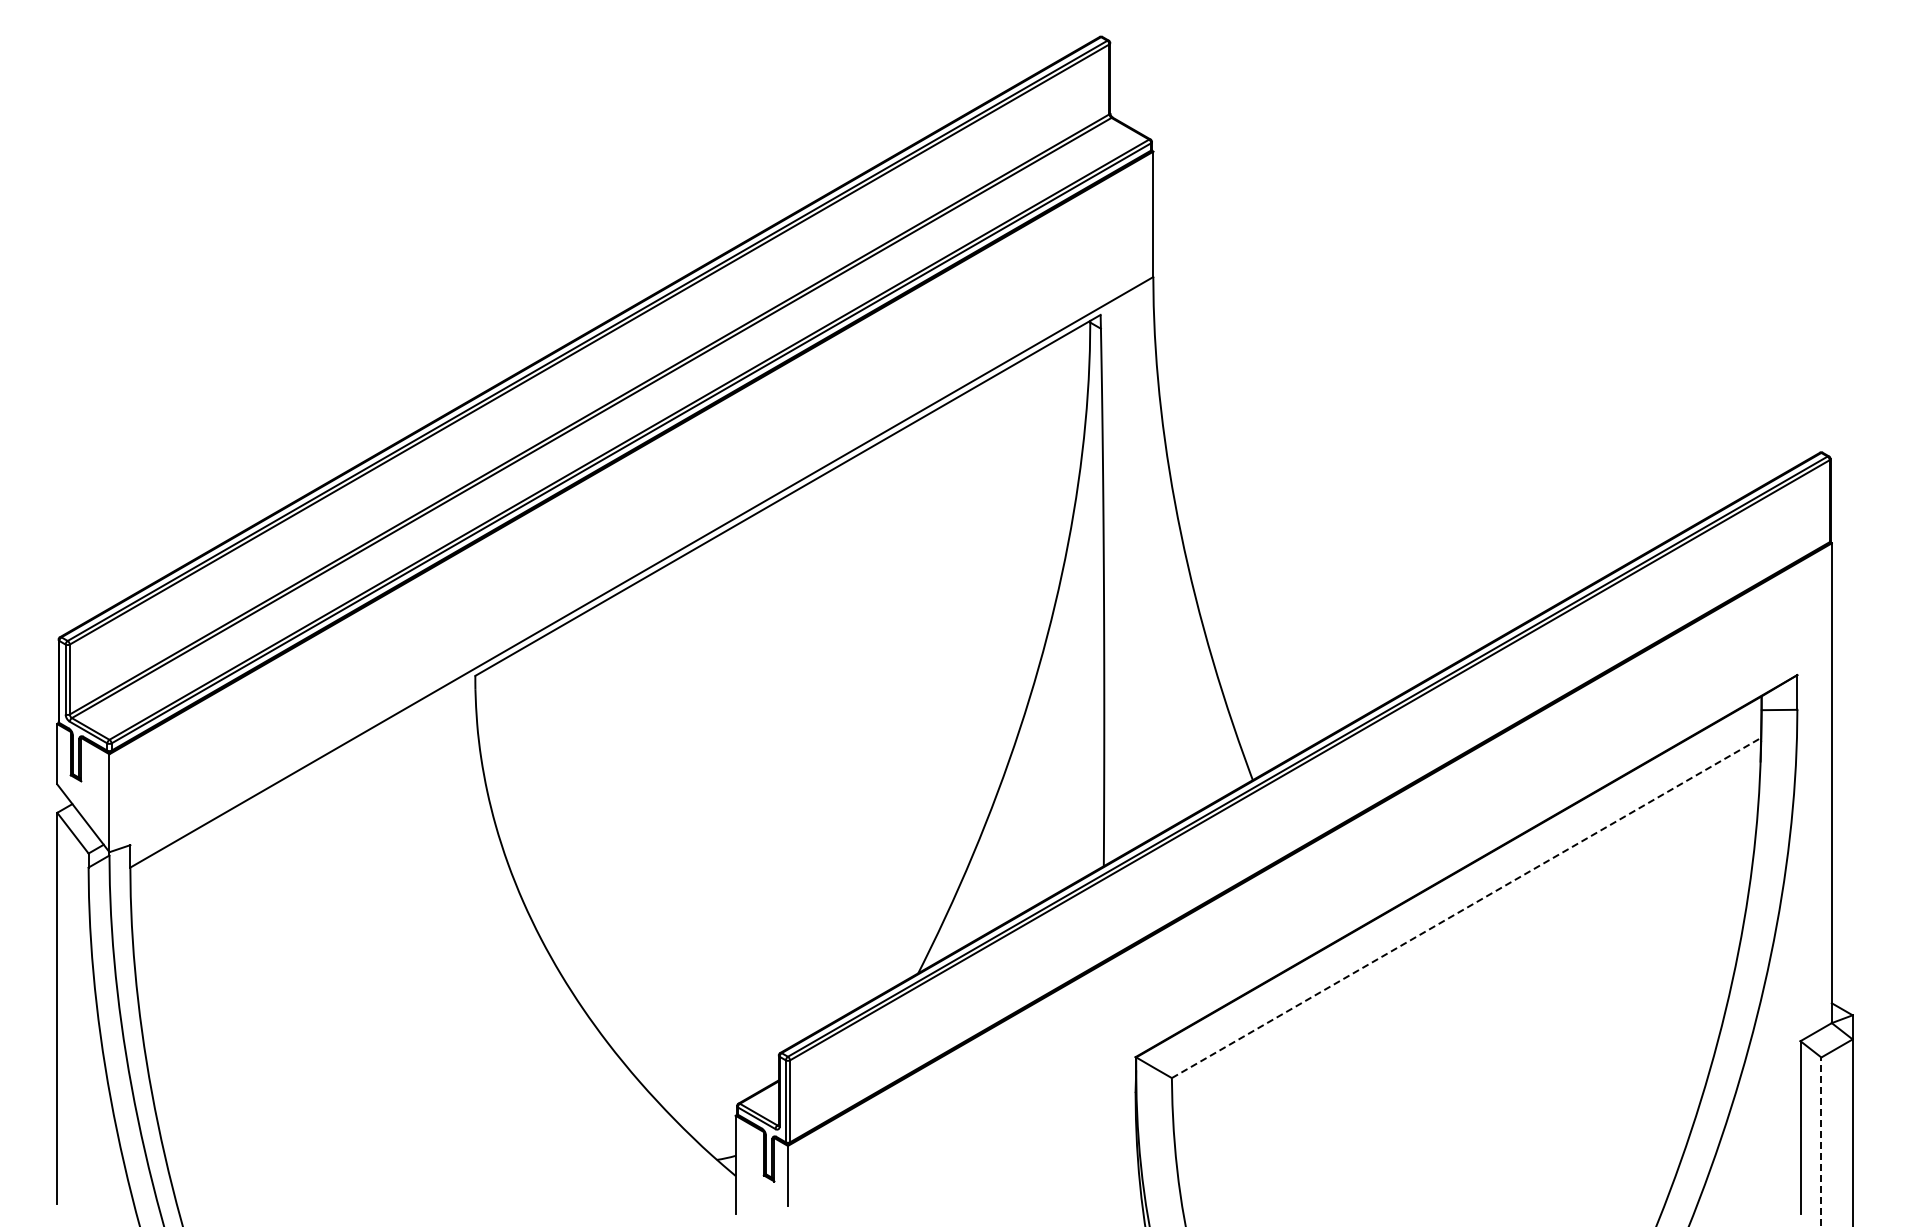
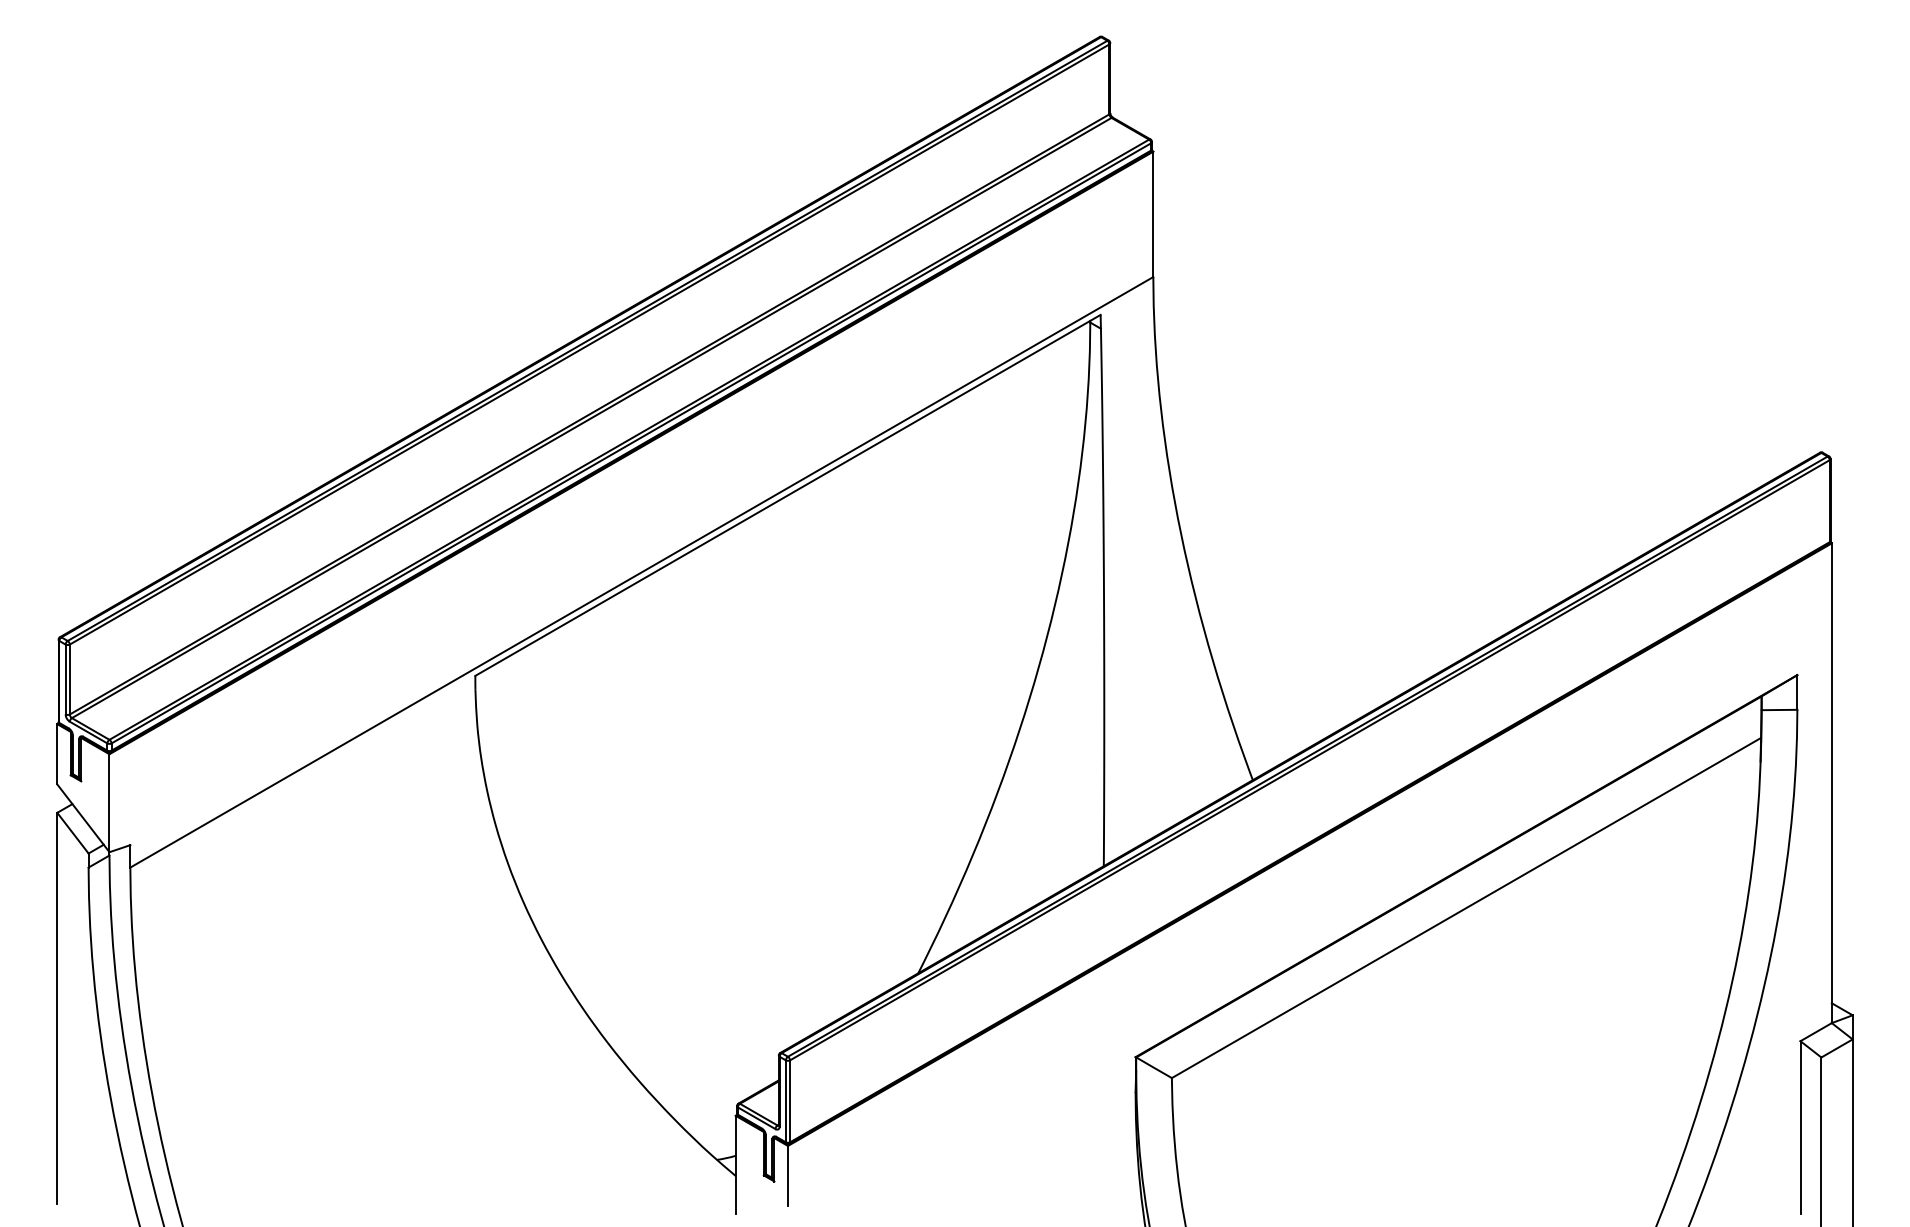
line at (1466, 907): dashed -> solid
line at (1821, 1141): dashed -> solid
